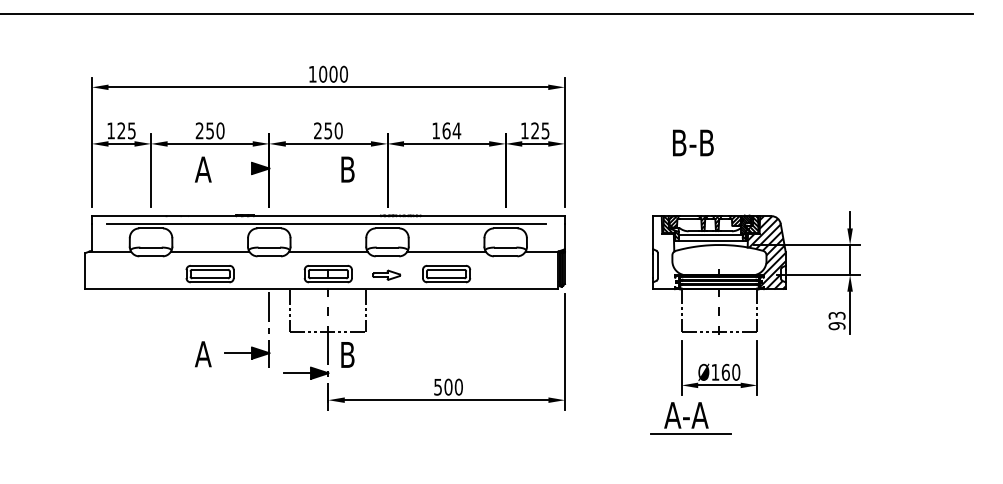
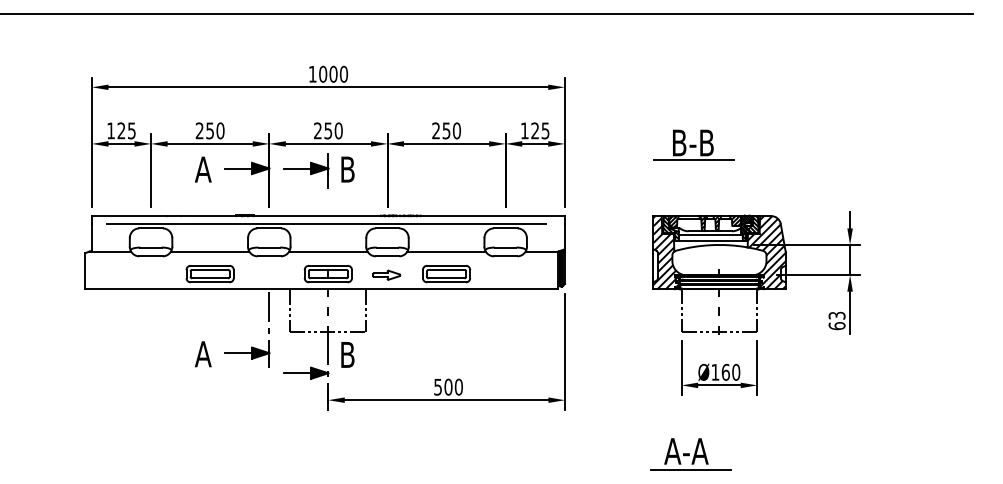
text at (446, 130): 164 -> 250
line at (694, 160): none -> present
line at (238, 168): none -> present
part at (306, 170): none -> present
hatch at (666, 252): none -> present
text at (836, 326): 93 -> 63
part at (690, 418) position: (690, 418) -> (690, 454)
